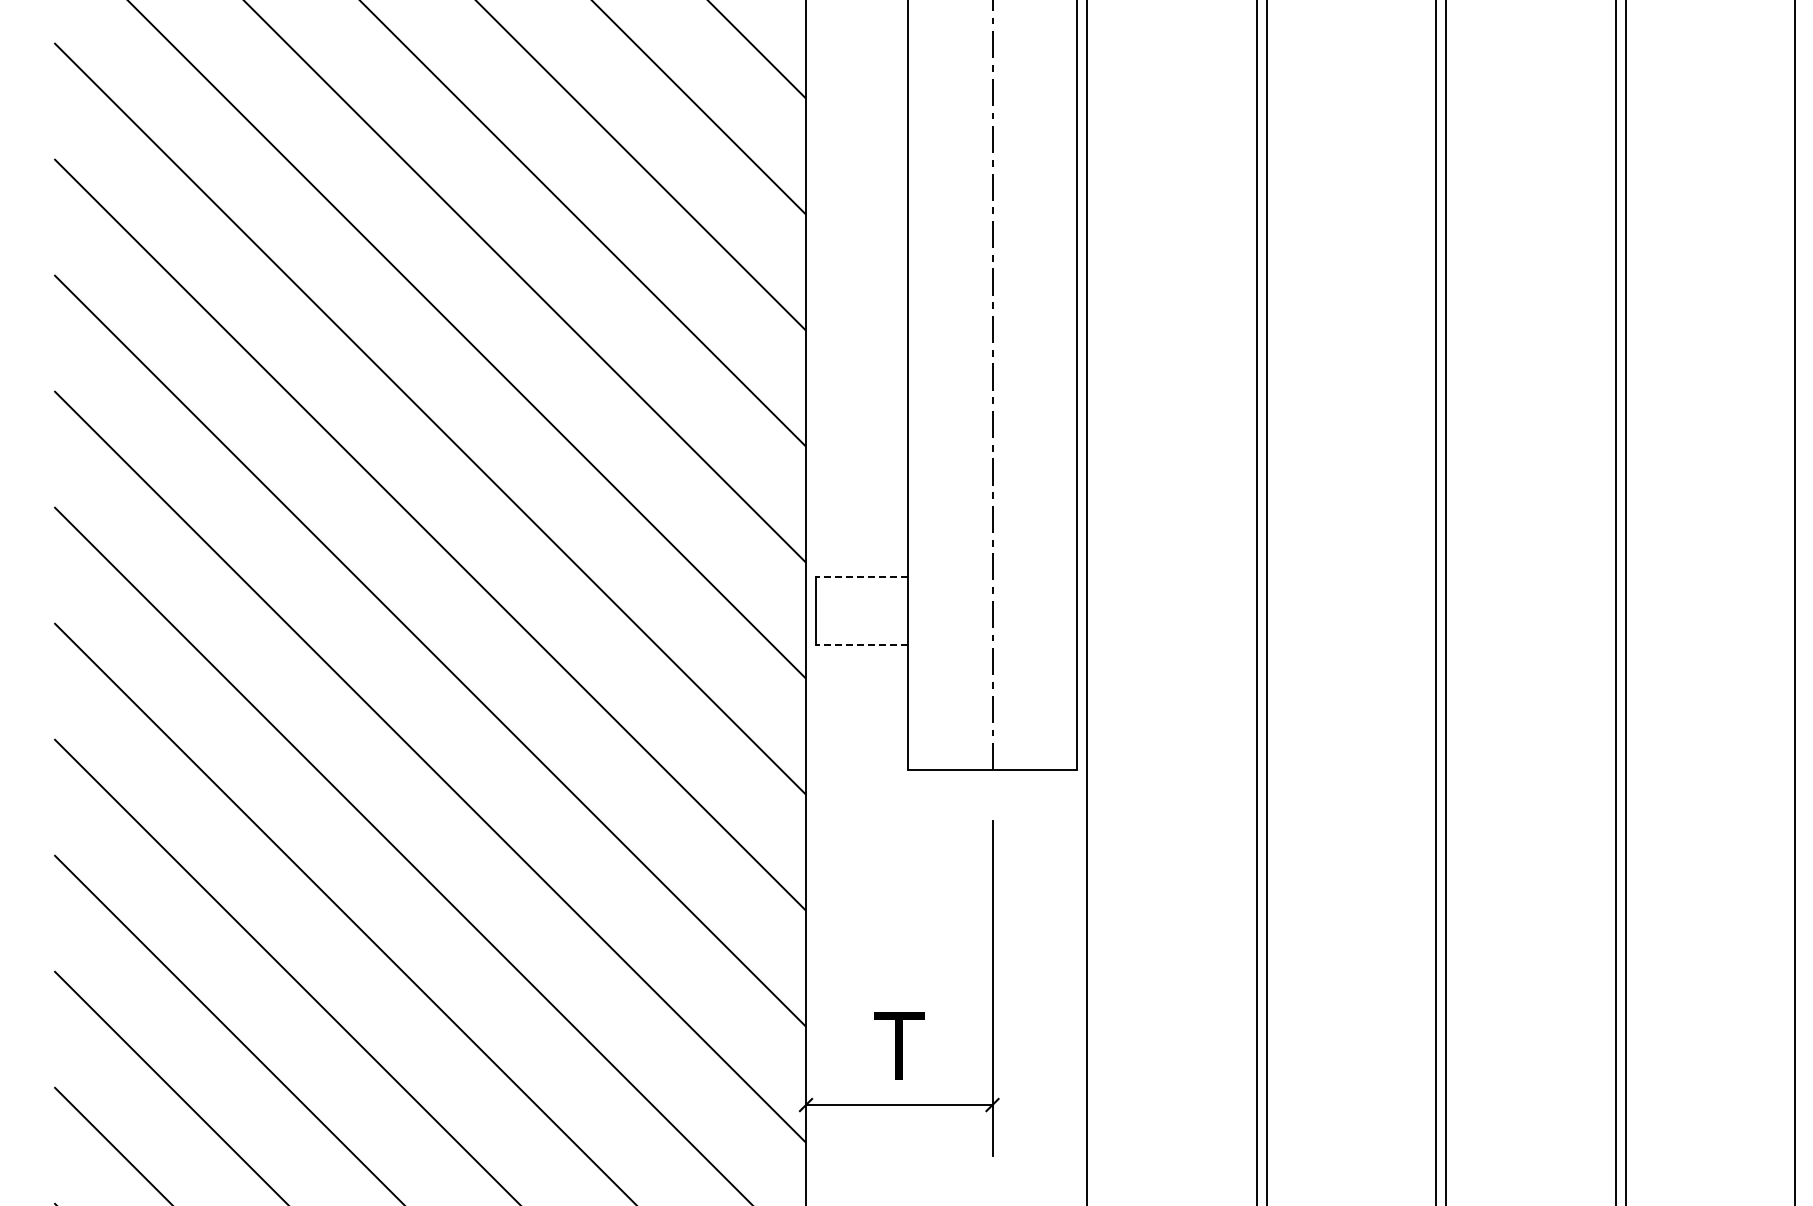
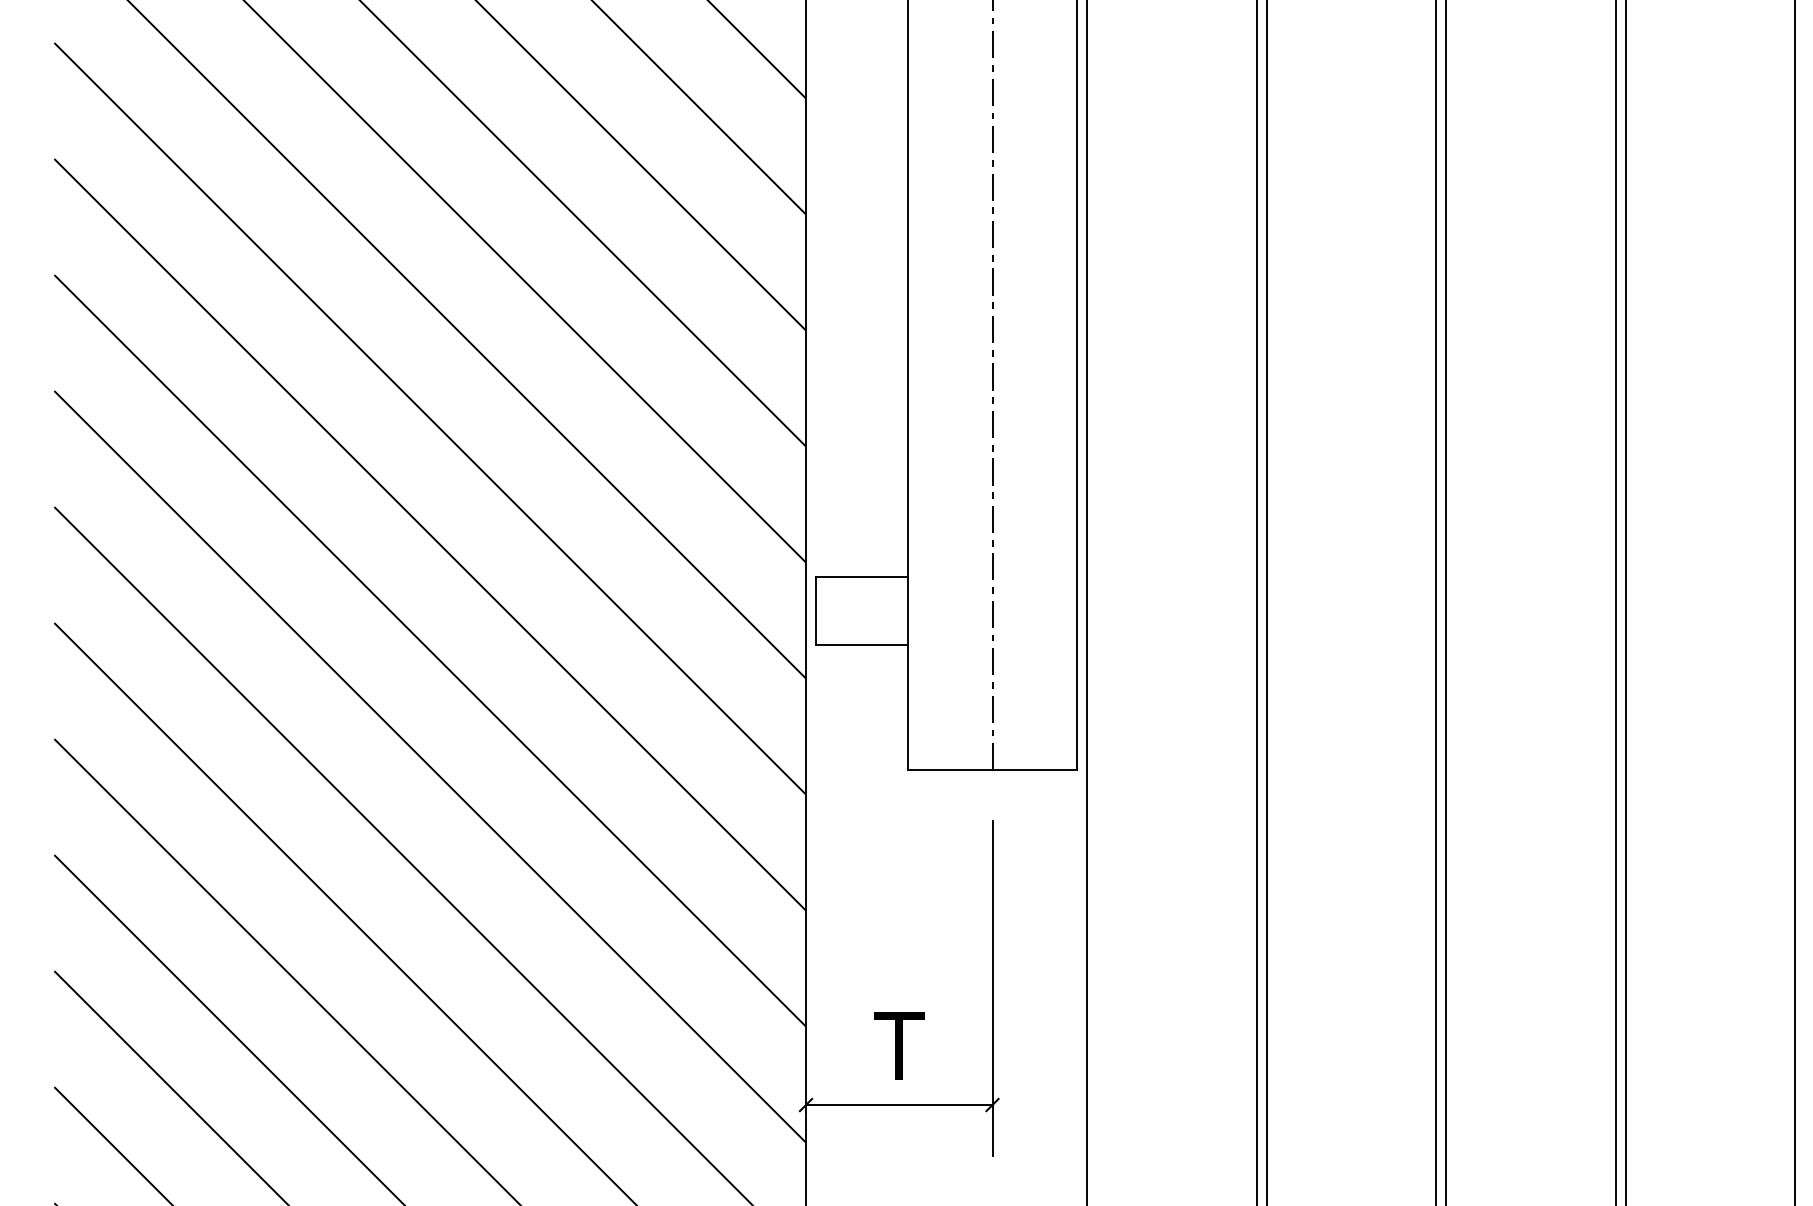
line at (861, 577): dashed -> solid
line at (861, 644): dashed -> solid
